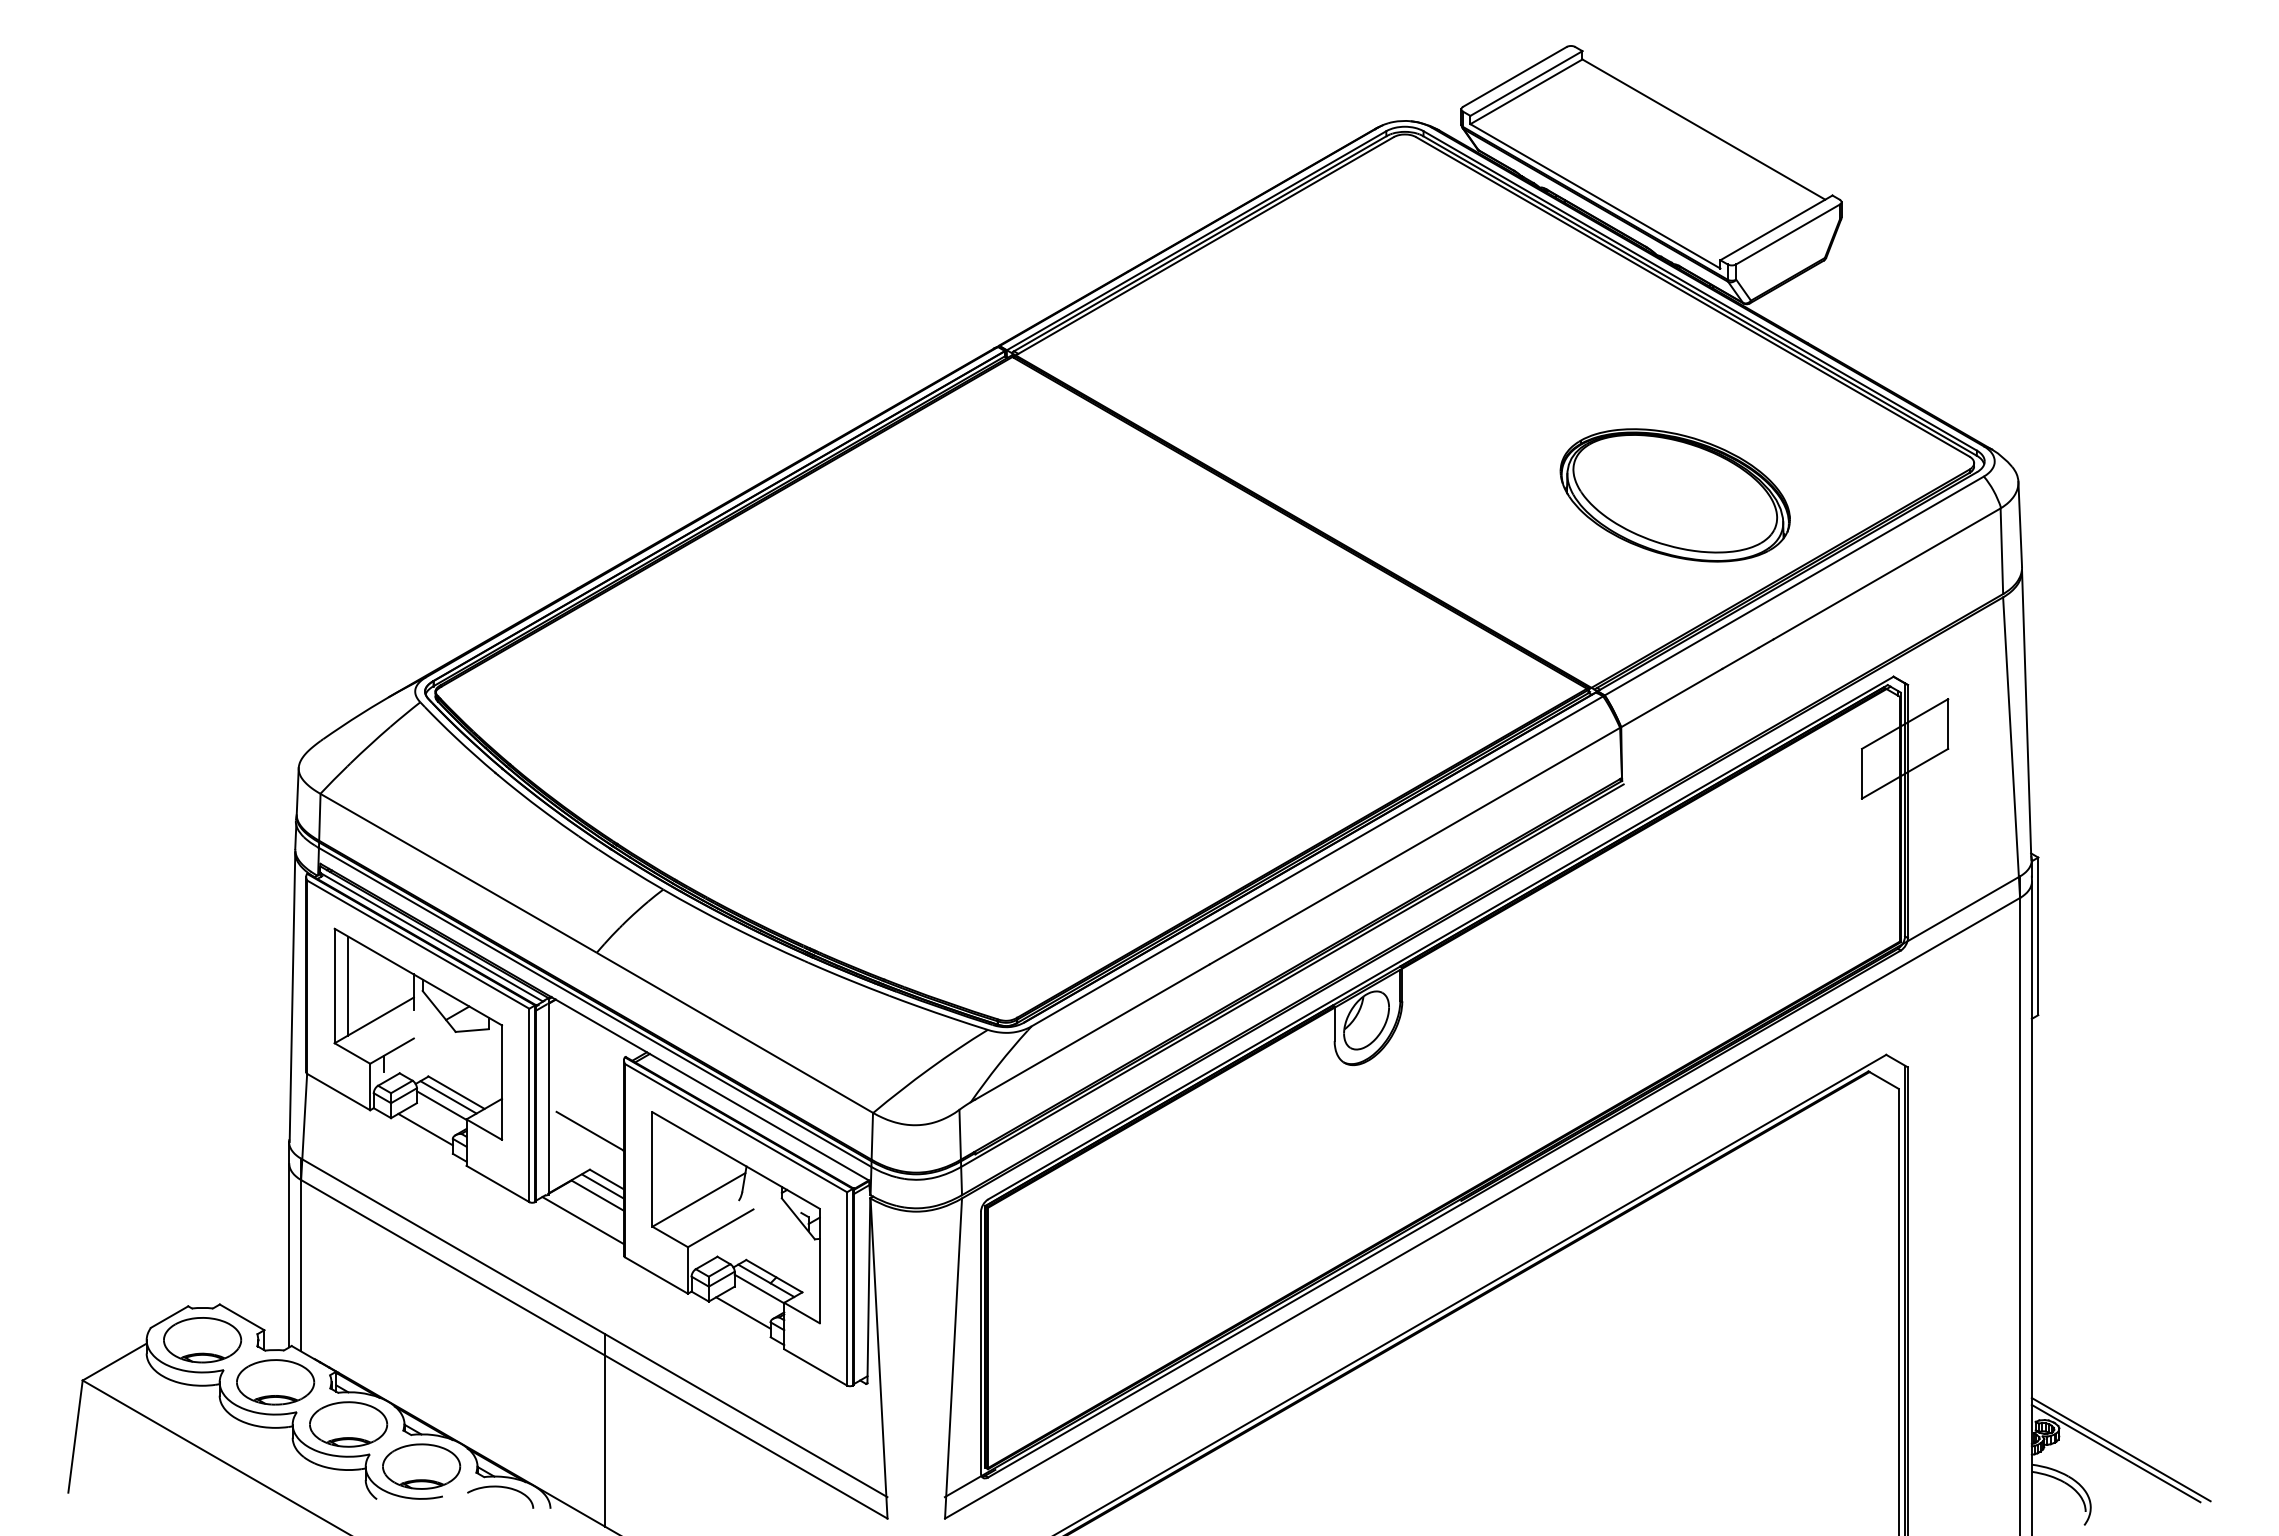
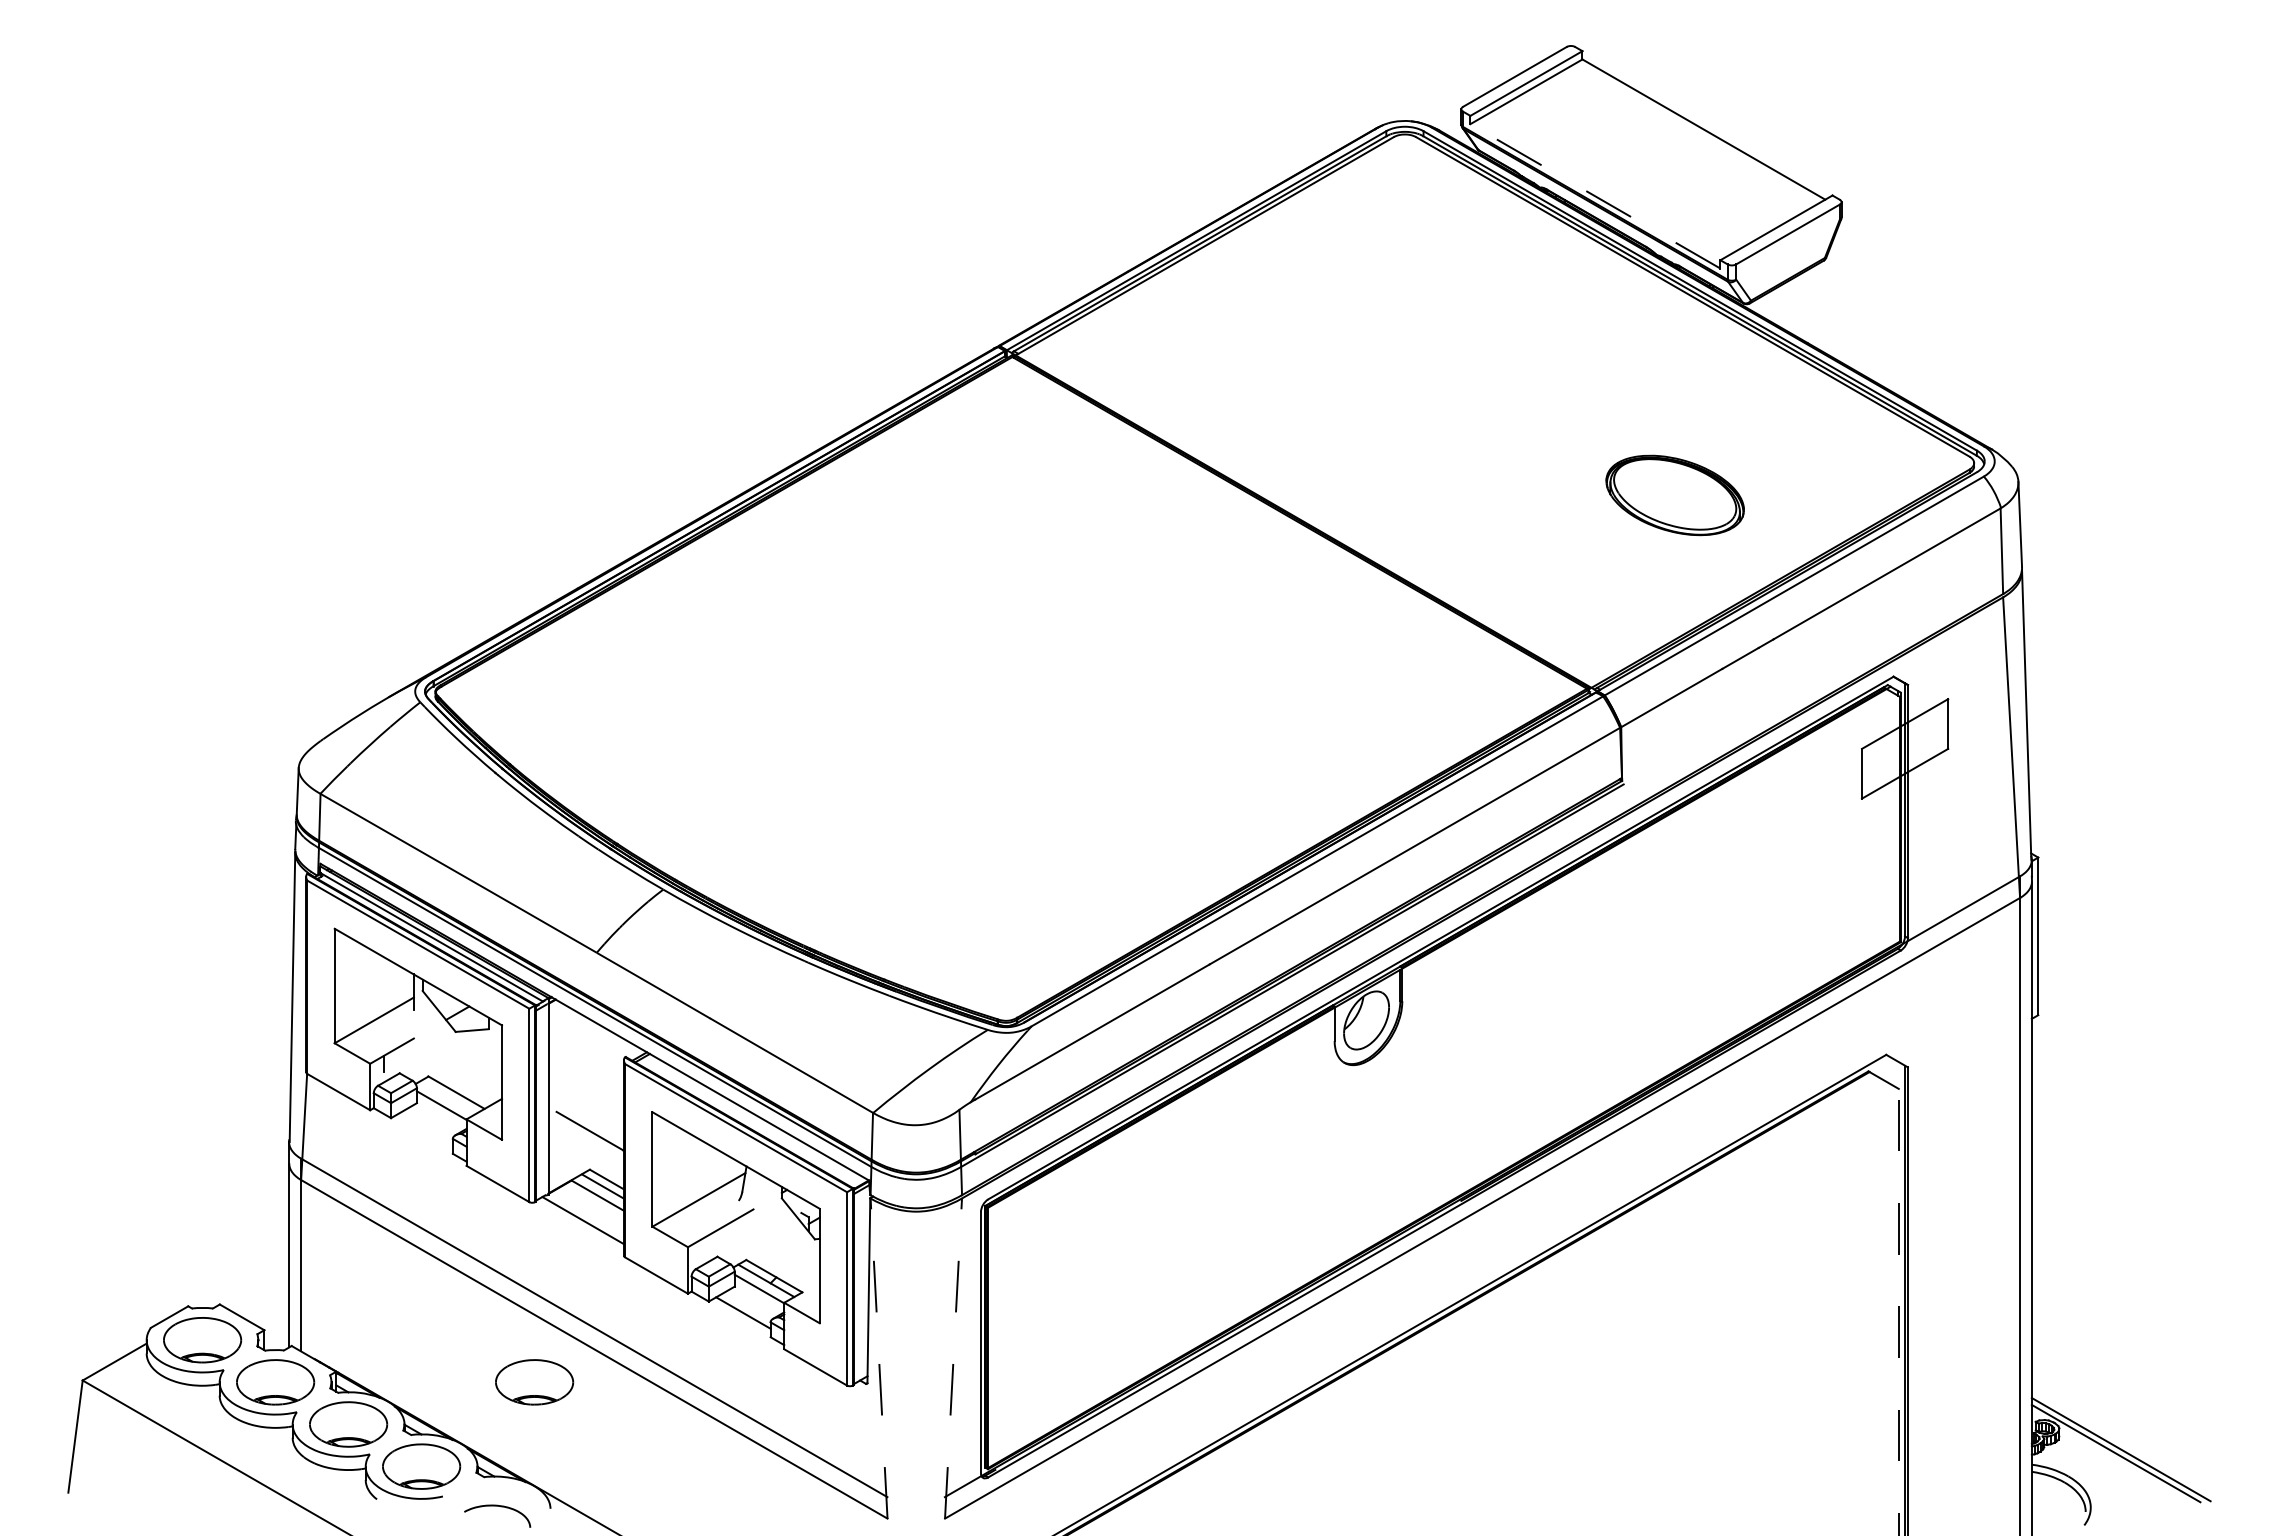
line at (1594, 196): solid -> dashed
part at (1674, 495) size: 232x135 px -> 140x83 px
line at (348, 985): present -> none
line at (448, 1097): present -> none
line at (425, 1129): present -> none
line at (1898, 1311): solid -> dashed
line at (879, 1358): solid -> dashed
line at (953, 1358): solid -> dashed
part at (534, 1382): none -> present
line at (604, 1430): present -> none
curve at (503, 1488) position: (503, 1488) -> (500, 1507)
